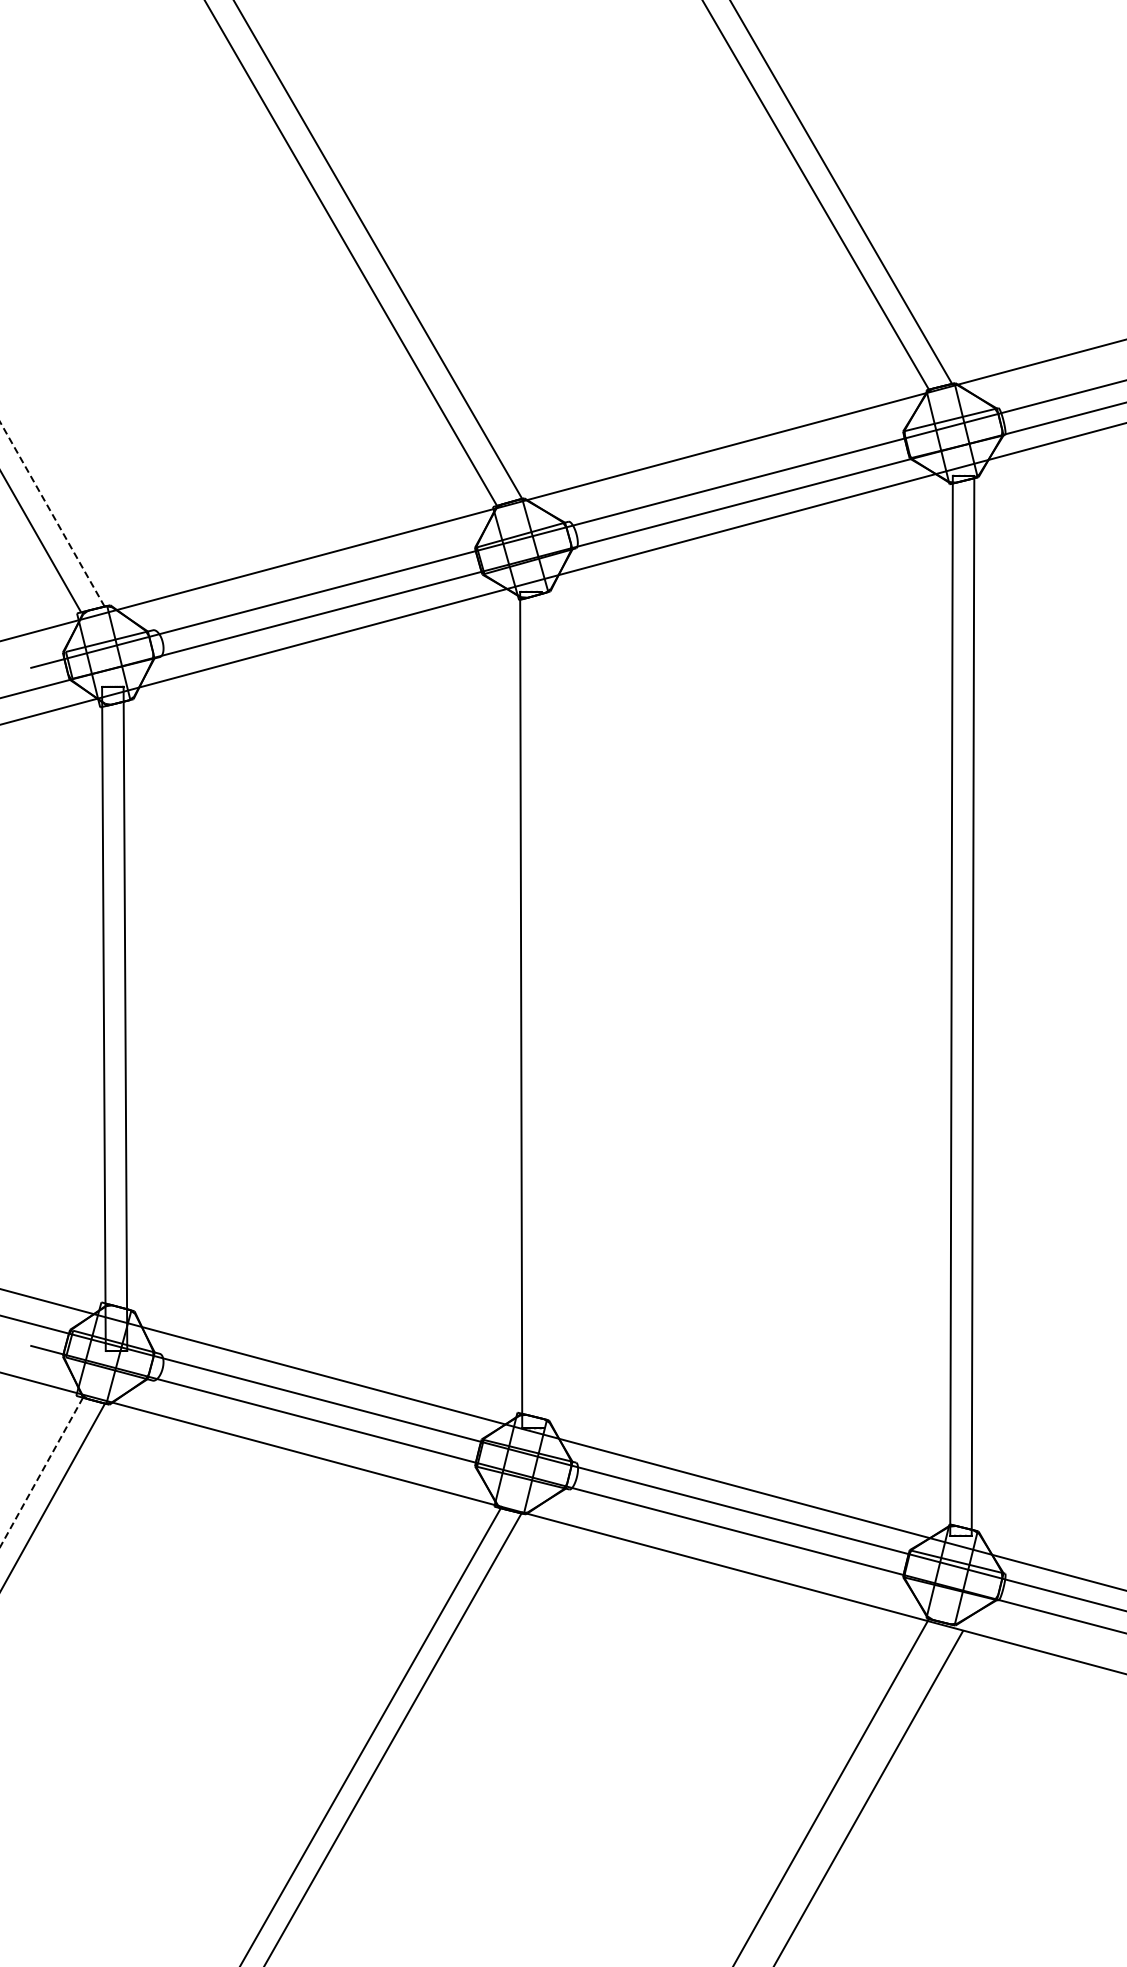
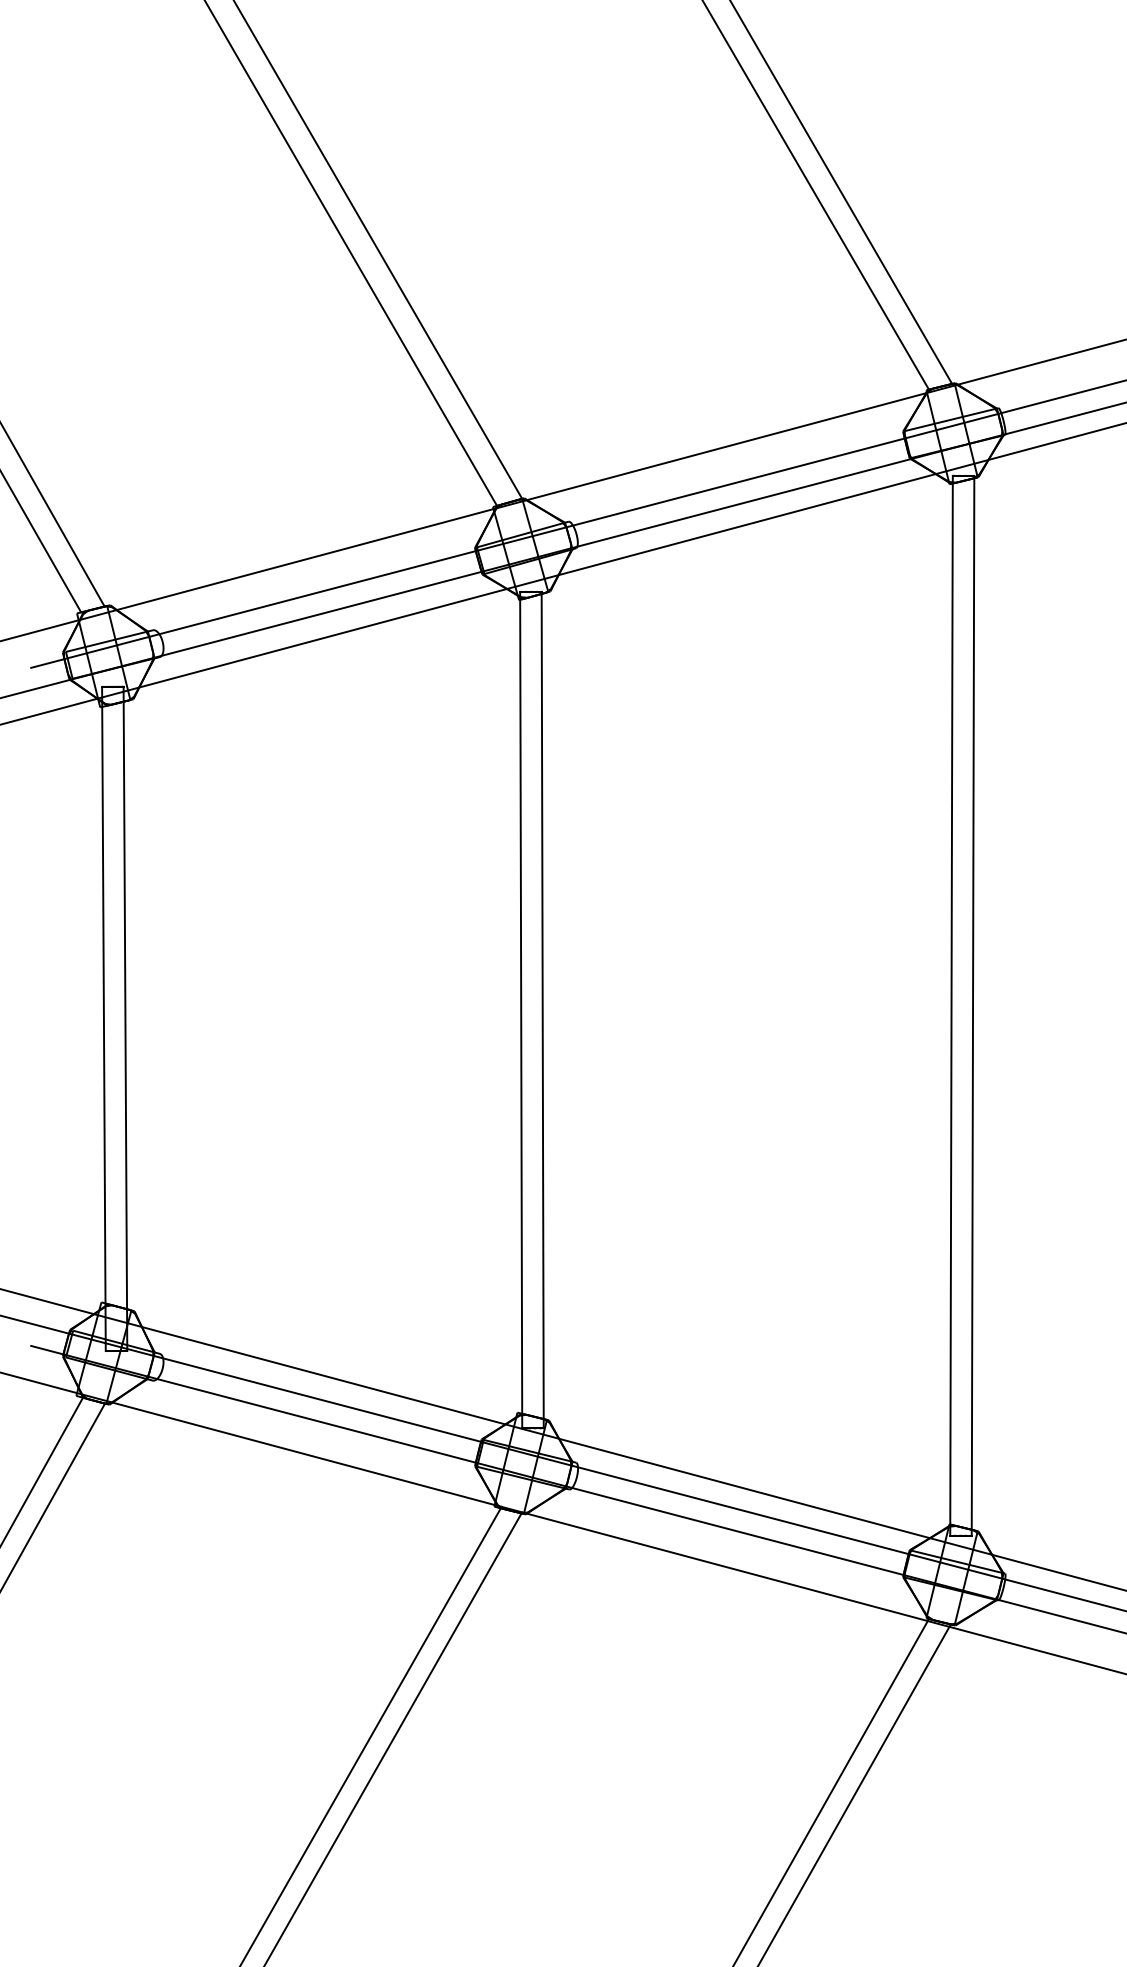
line at (52, 514): dashed -> solid
line at (542, 1009): none -> present
line at (41, 1472): dashed -> solid
line at (868, 1797) position: (868, 1797) -> (854, 1793)
